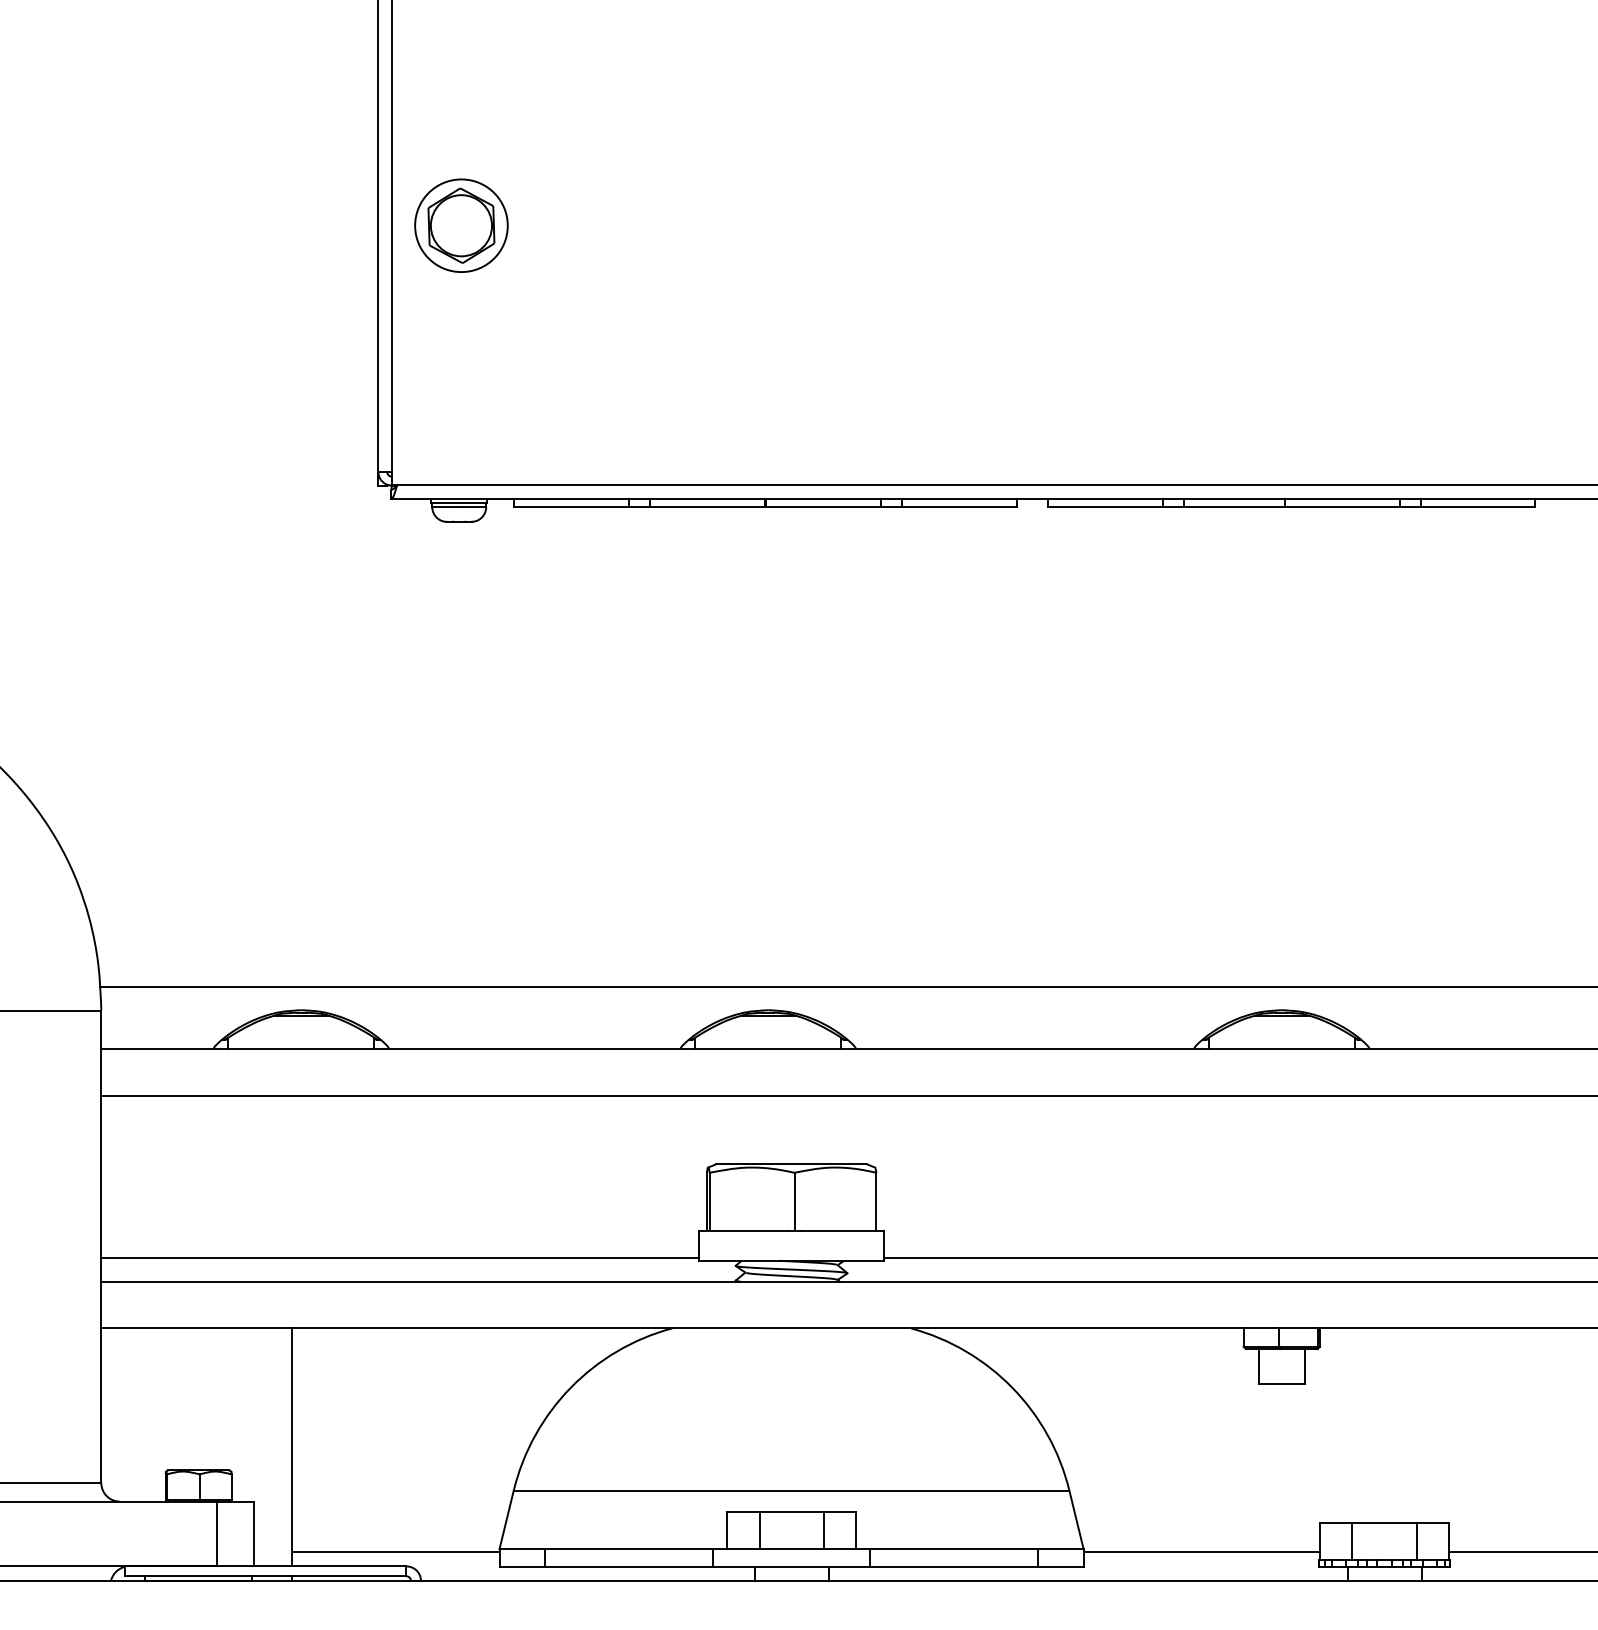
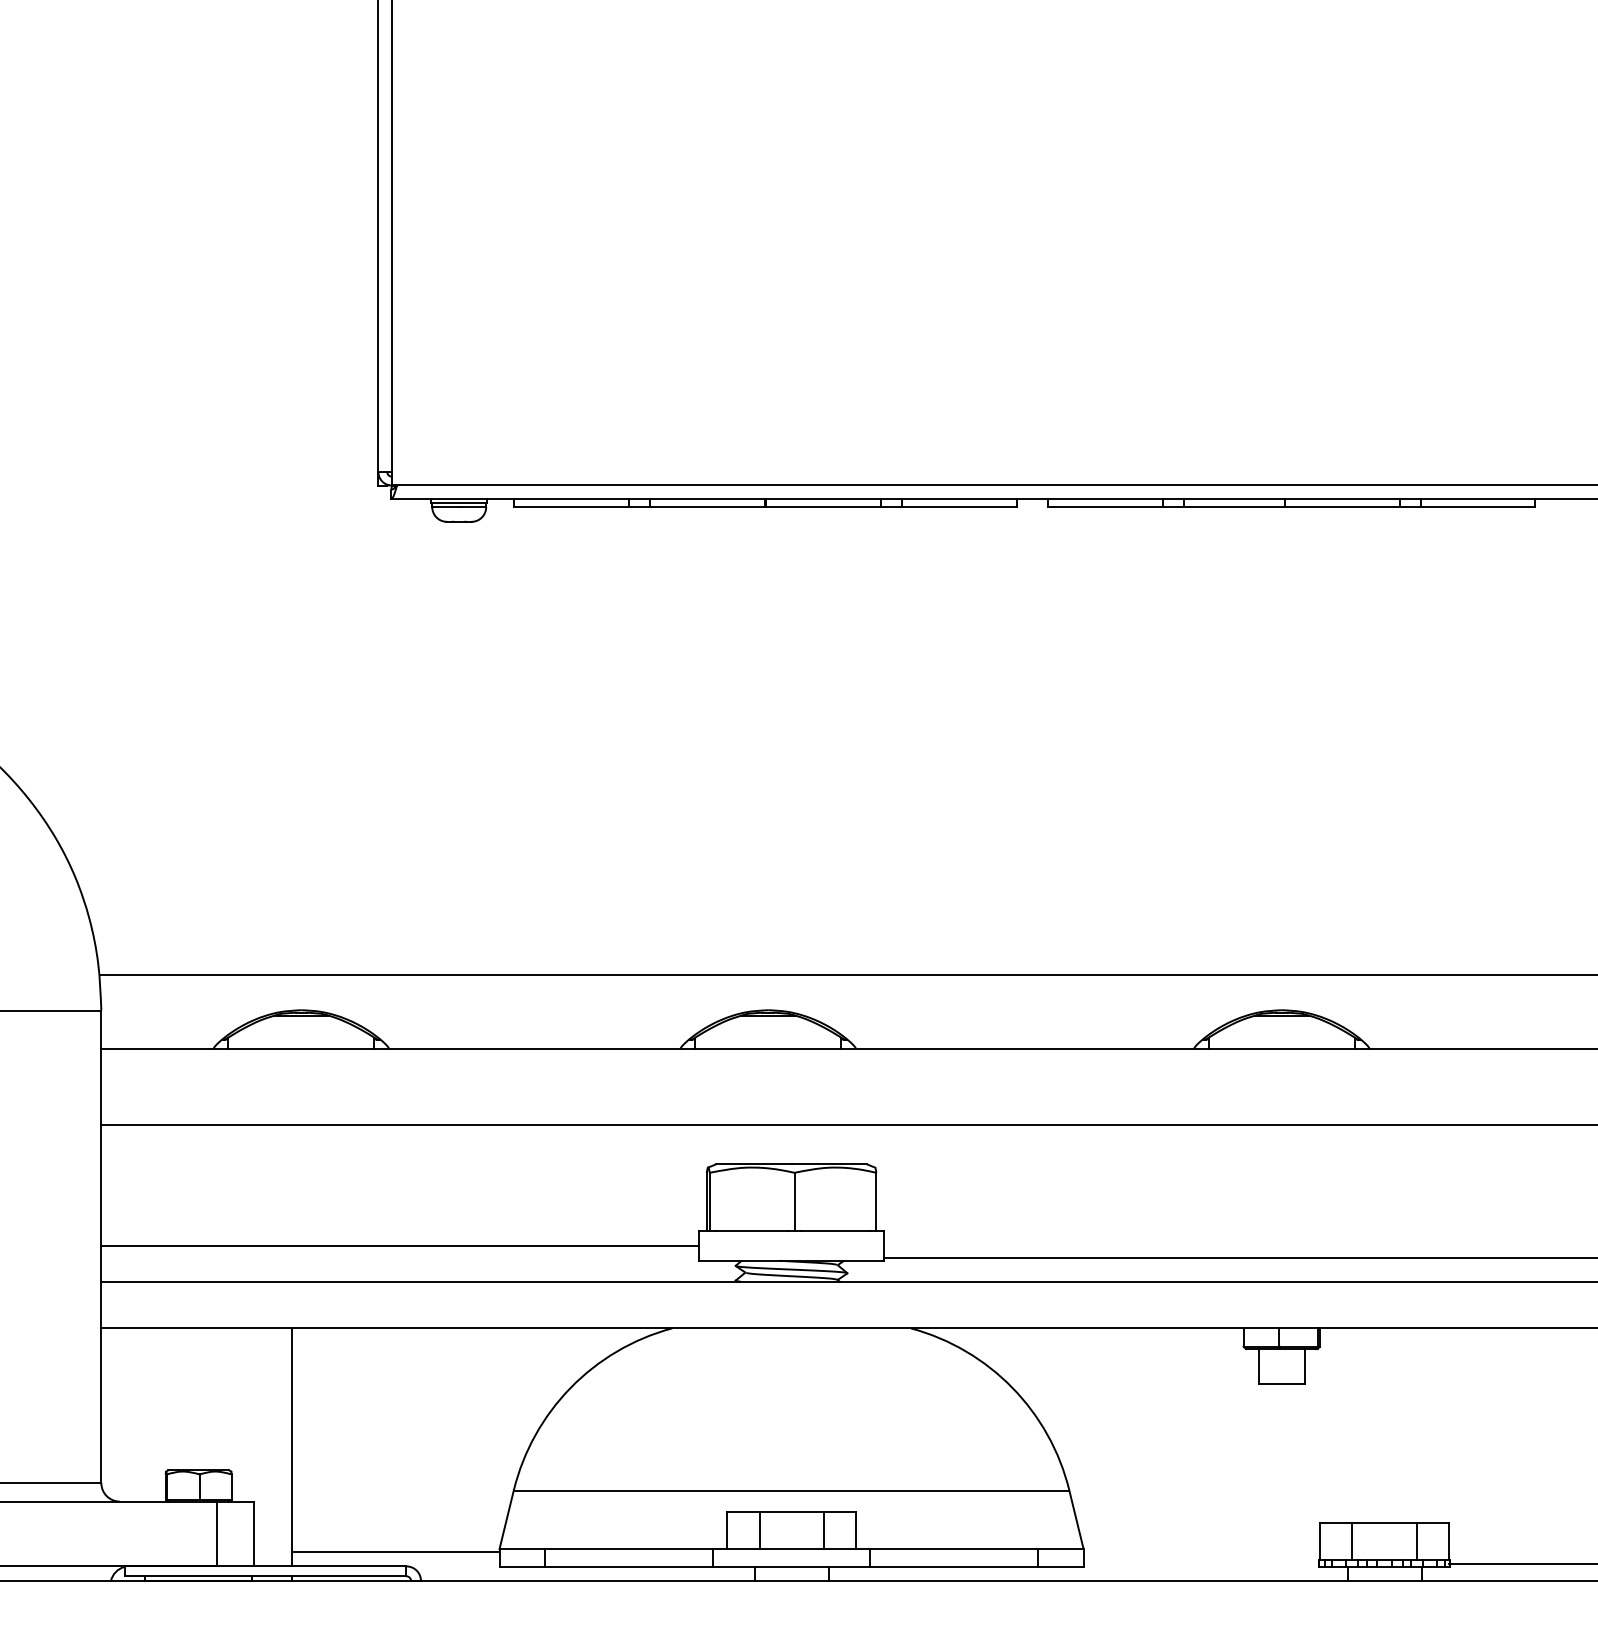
part at (461, 225): present -> none
line at (846, 987) position: (846, 987) -> (846, 975)
line at (847, 1095) position: (847, 1095) -> (847, 1124)
line at (399, 1258) position: (399, 1258) -> (399, 1246)
line at (1201, 1552): present -> none
line at (1521, 1552) position: (1521, 1552) -> (1521, 1564)
